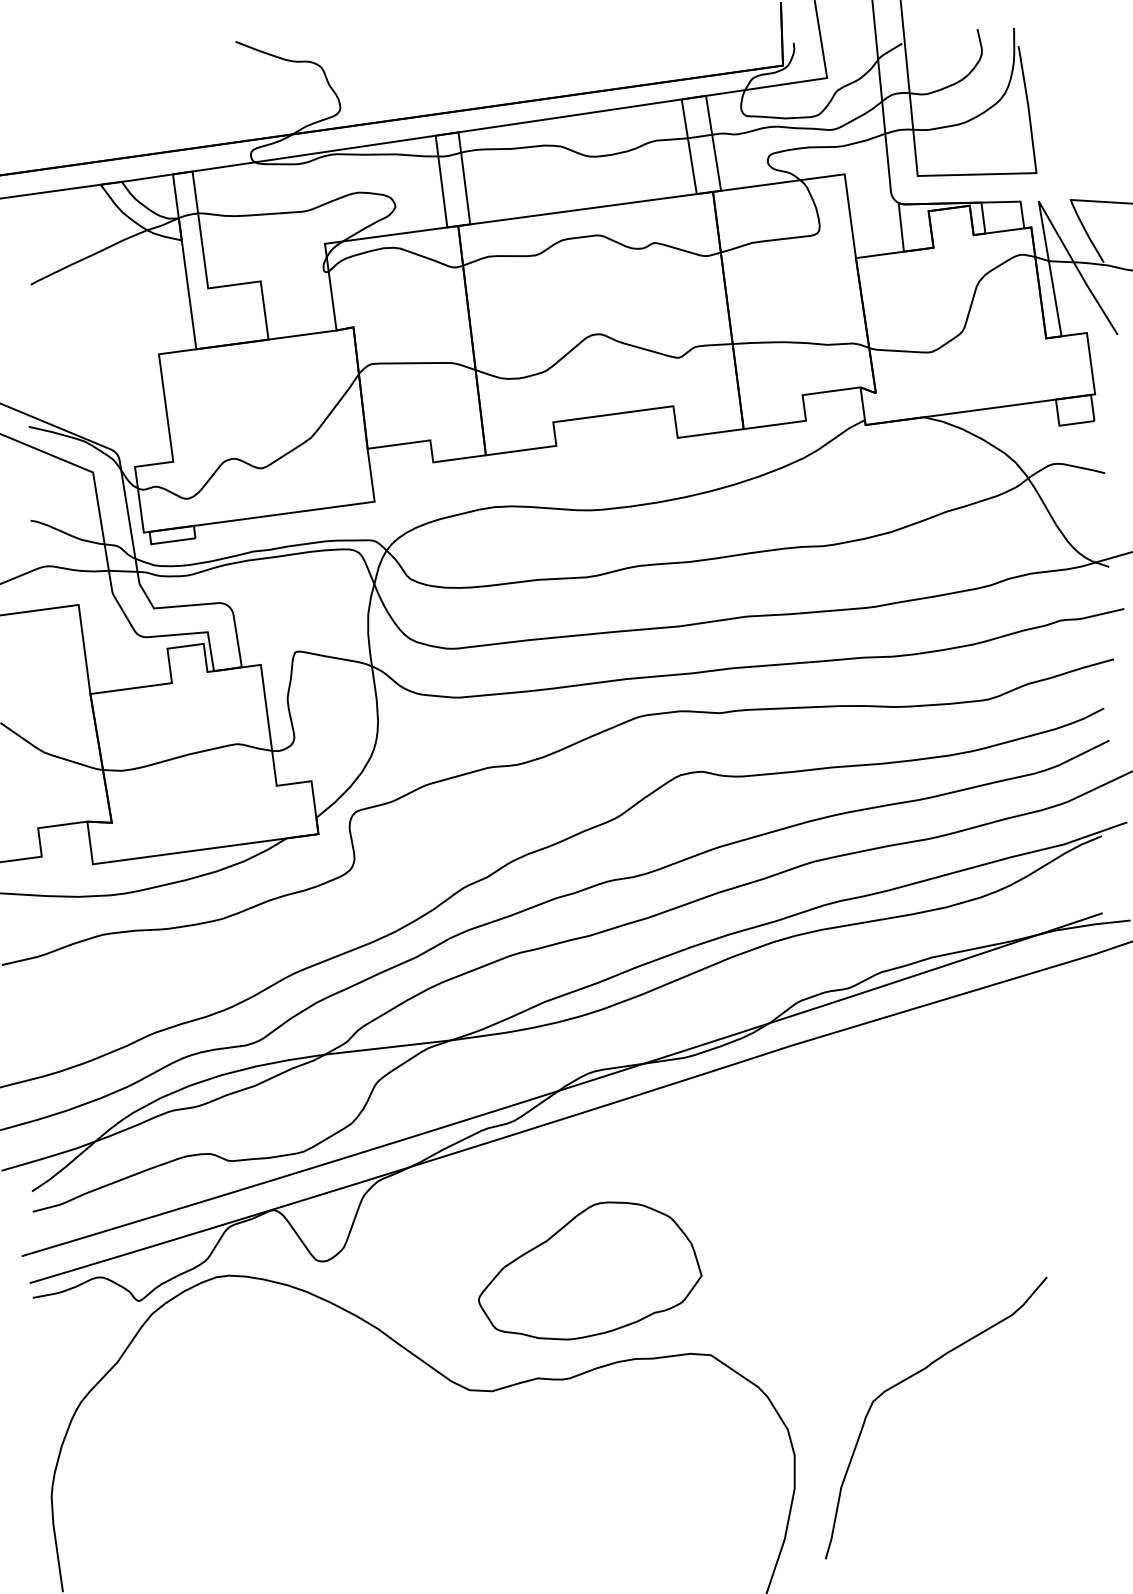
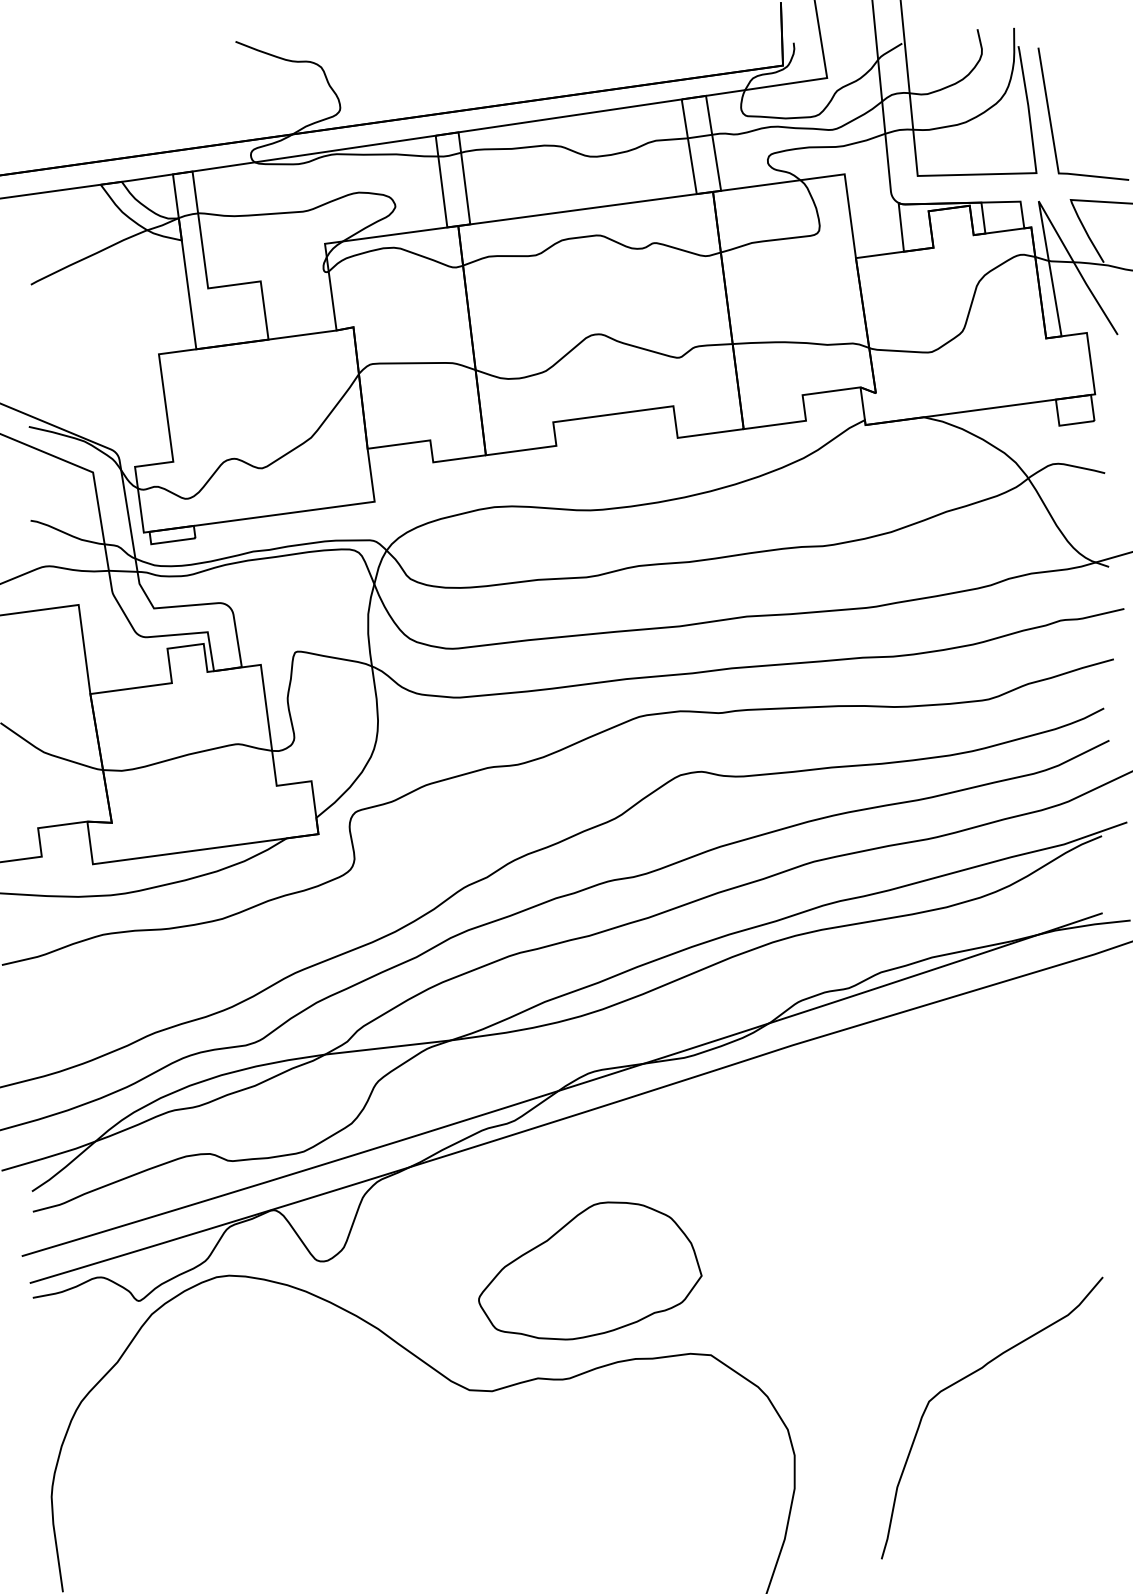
line at (1051, 120): none -> present
curve at (913, 1376) position: (913, 1376) -> (969, 1376)
